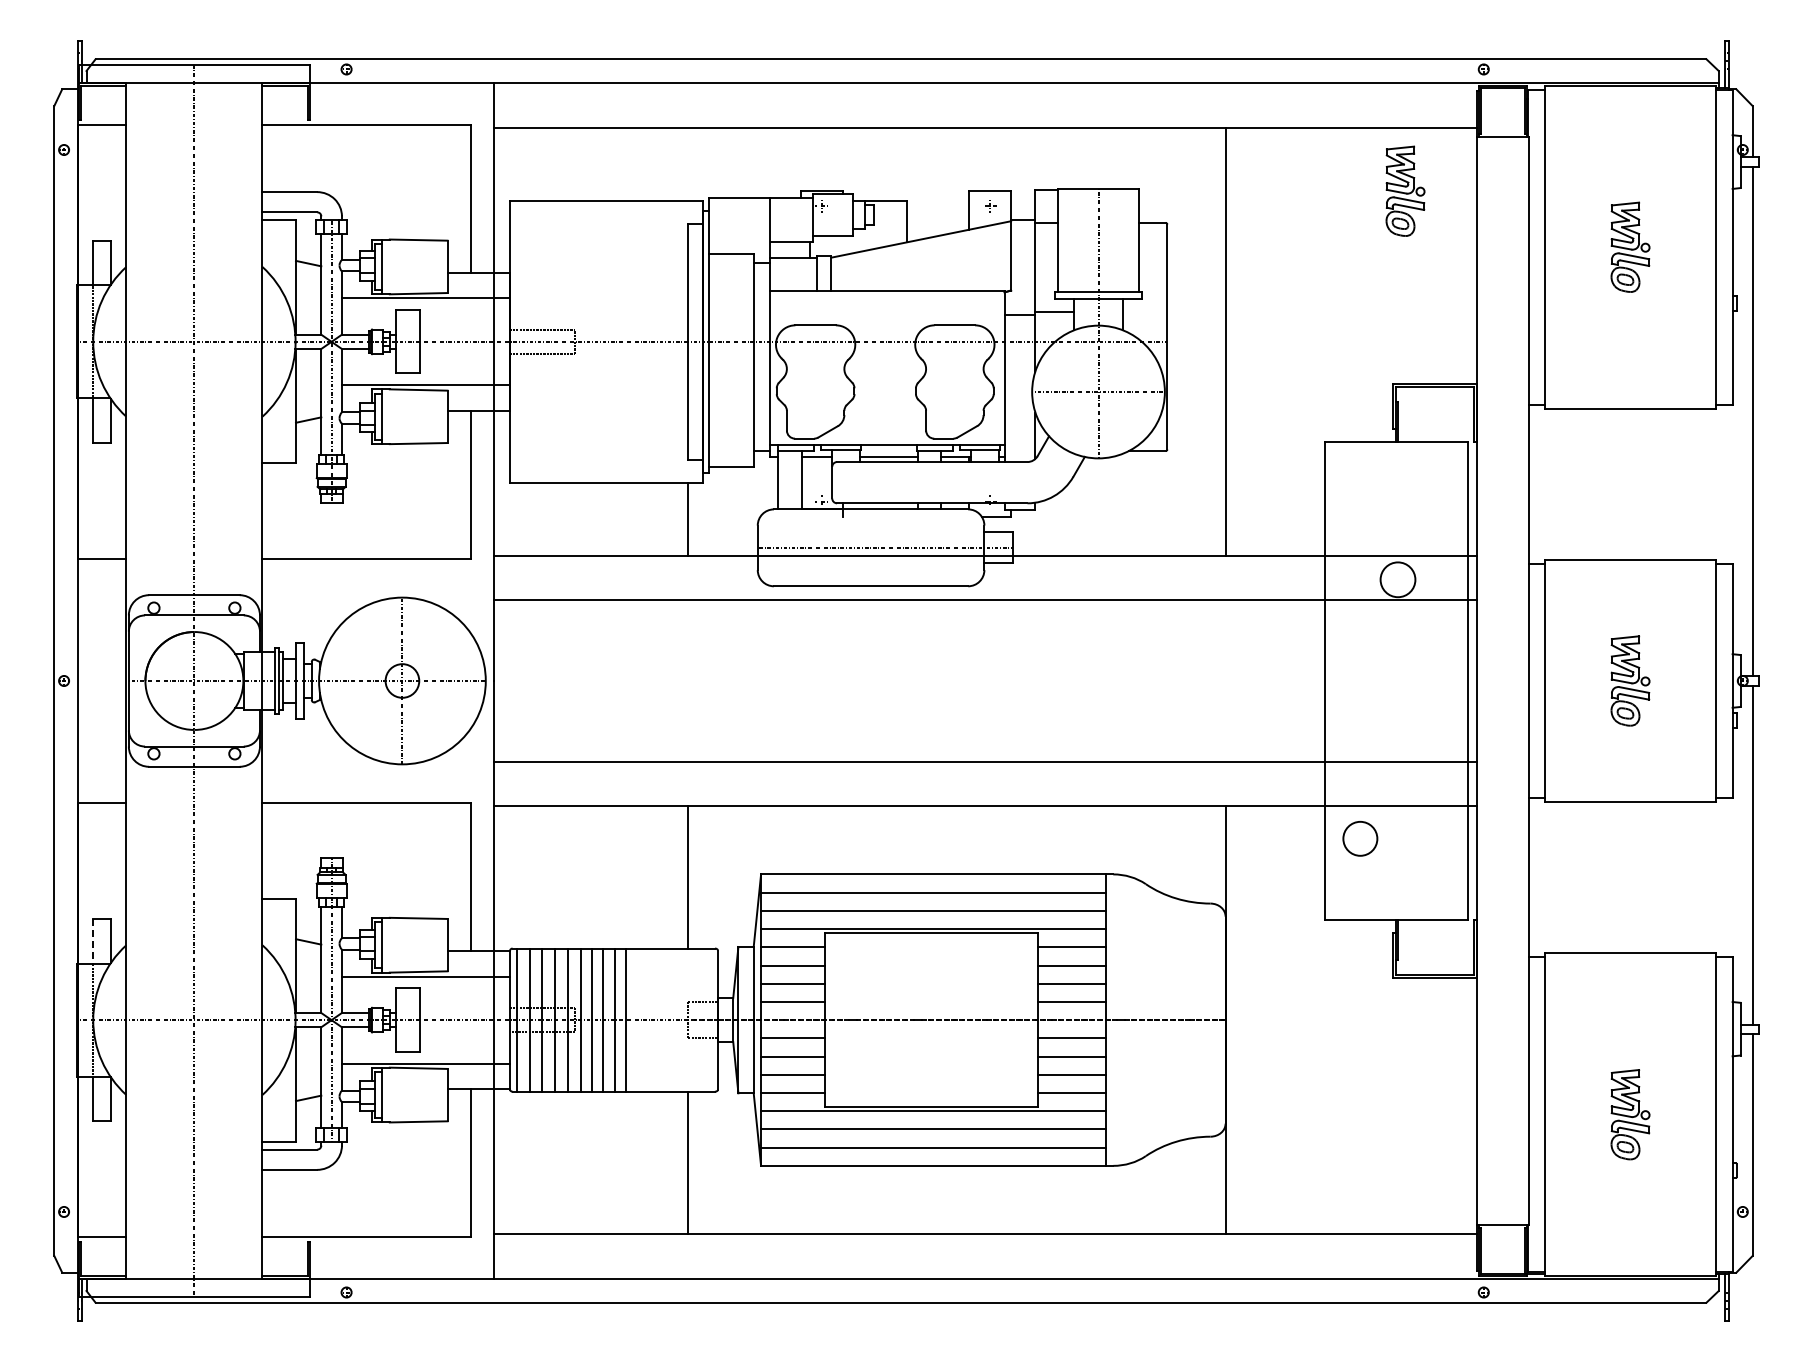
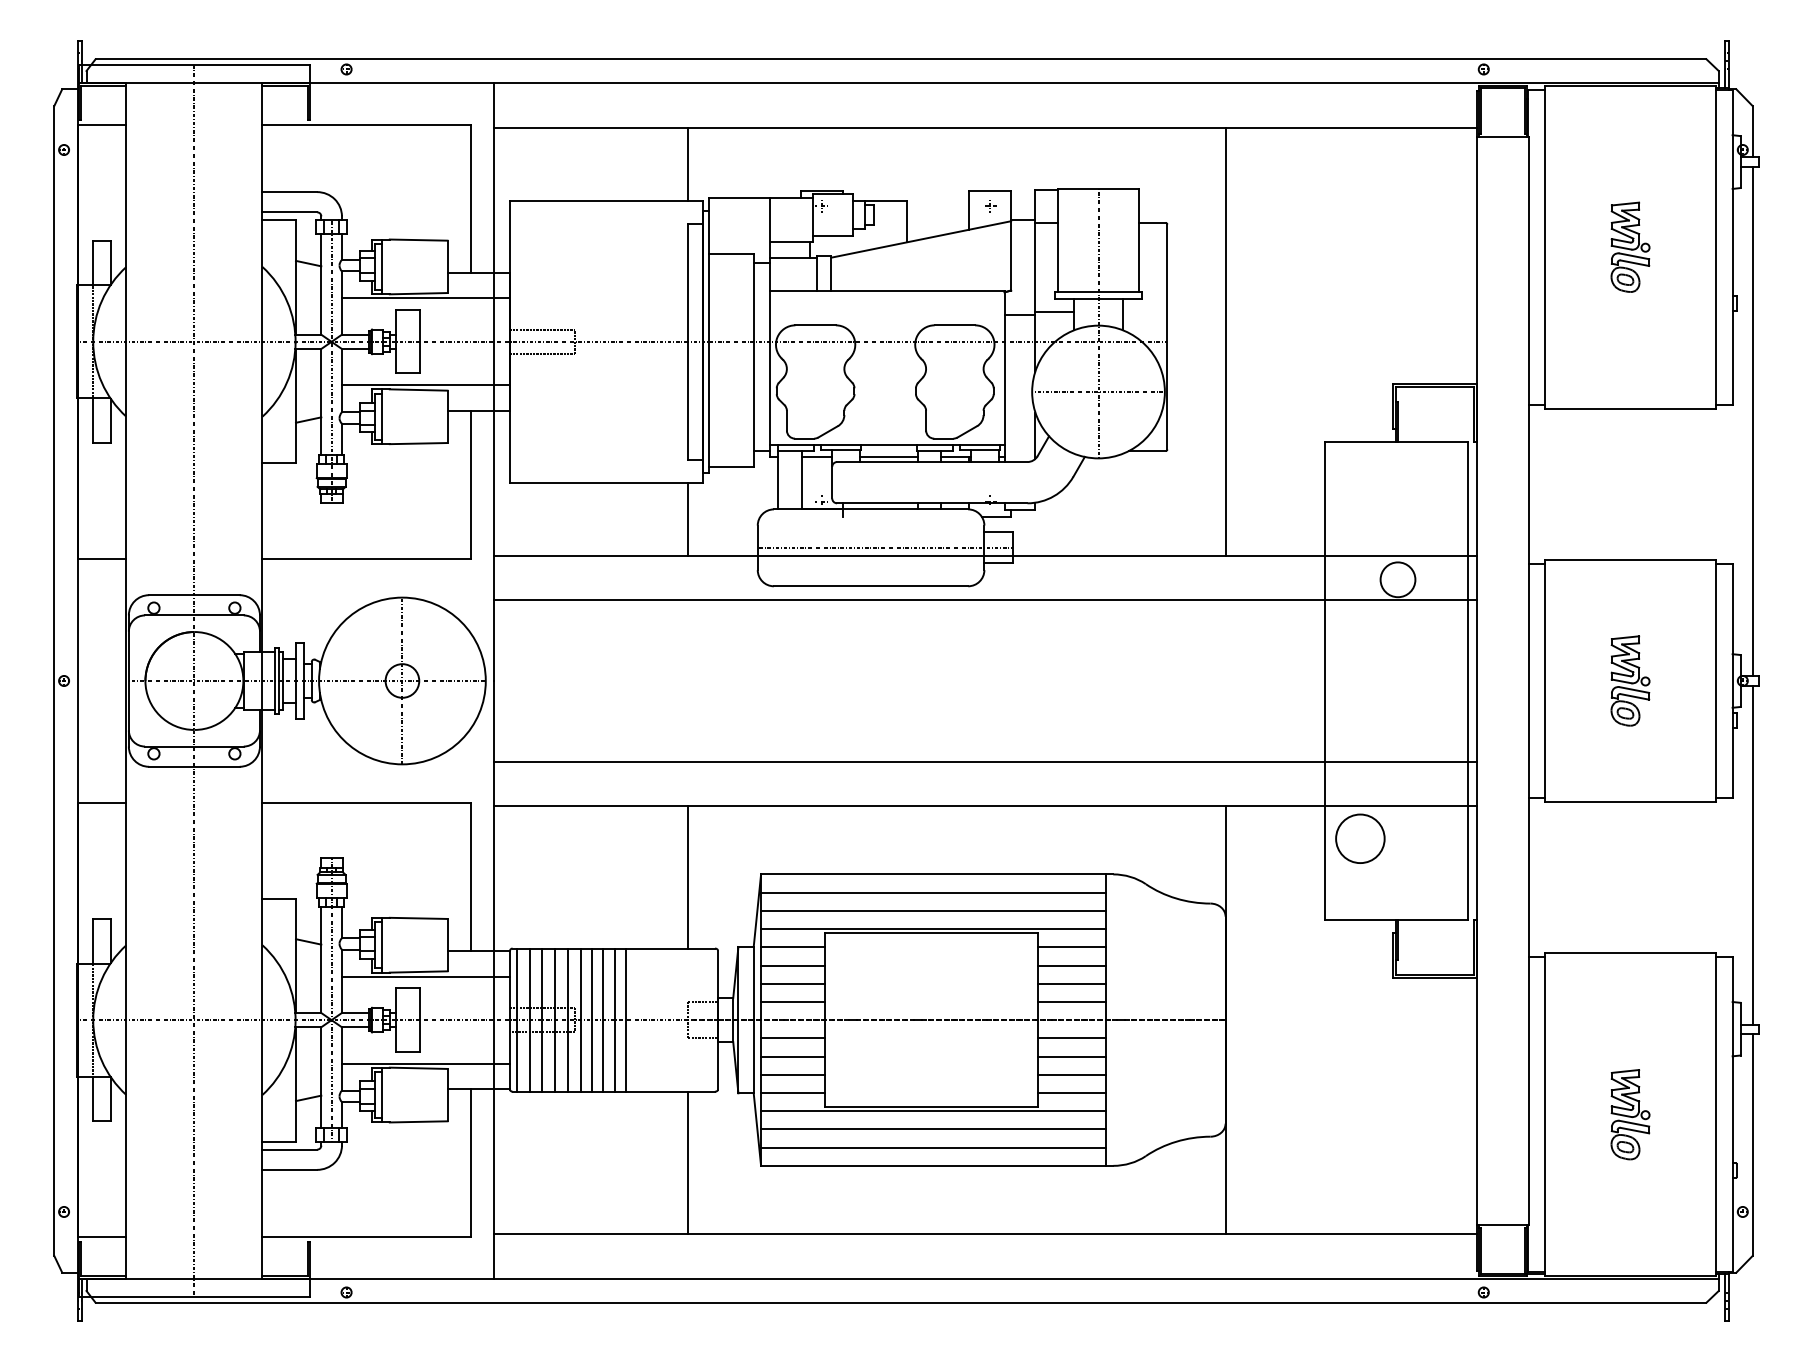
line at (688, 163): none -> present
part at (1405, 190): present -> none
circle at (1360, 838) diameter: 34 px -> 49 px
line at (93, 941): dashed -> solid
